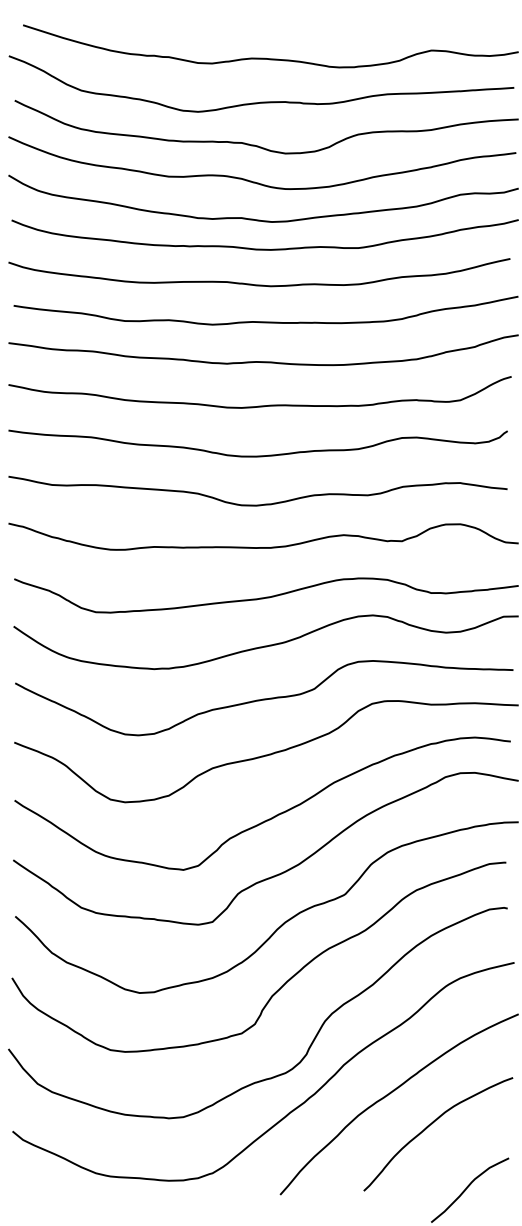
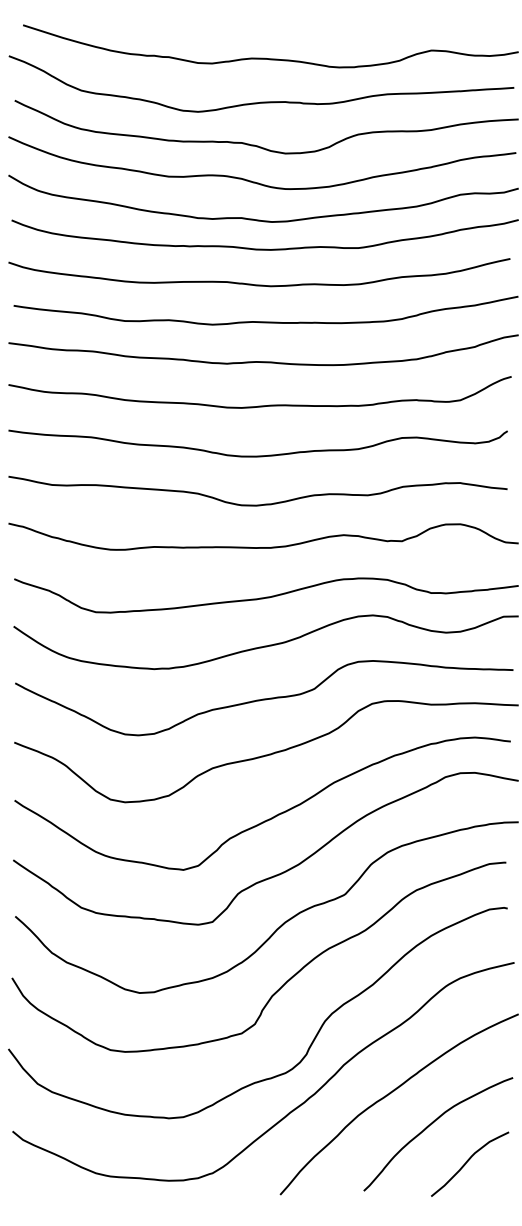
curve at (468, 1187) position: (468, 1187) -> (468, 1161)
